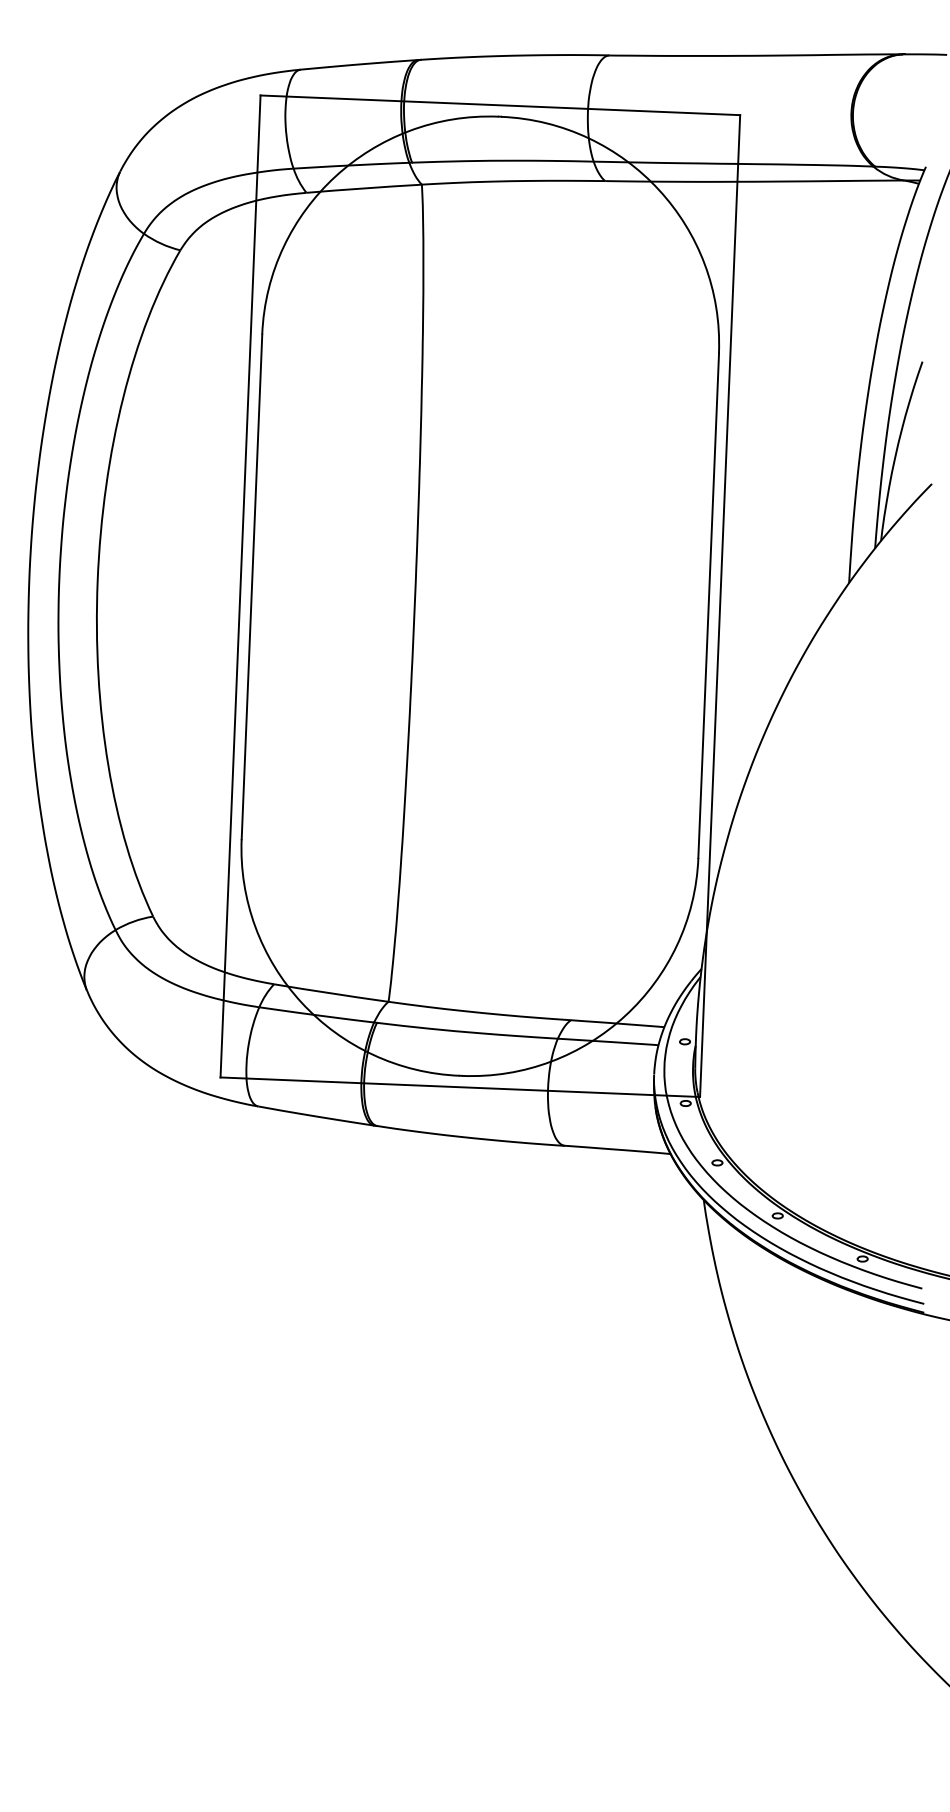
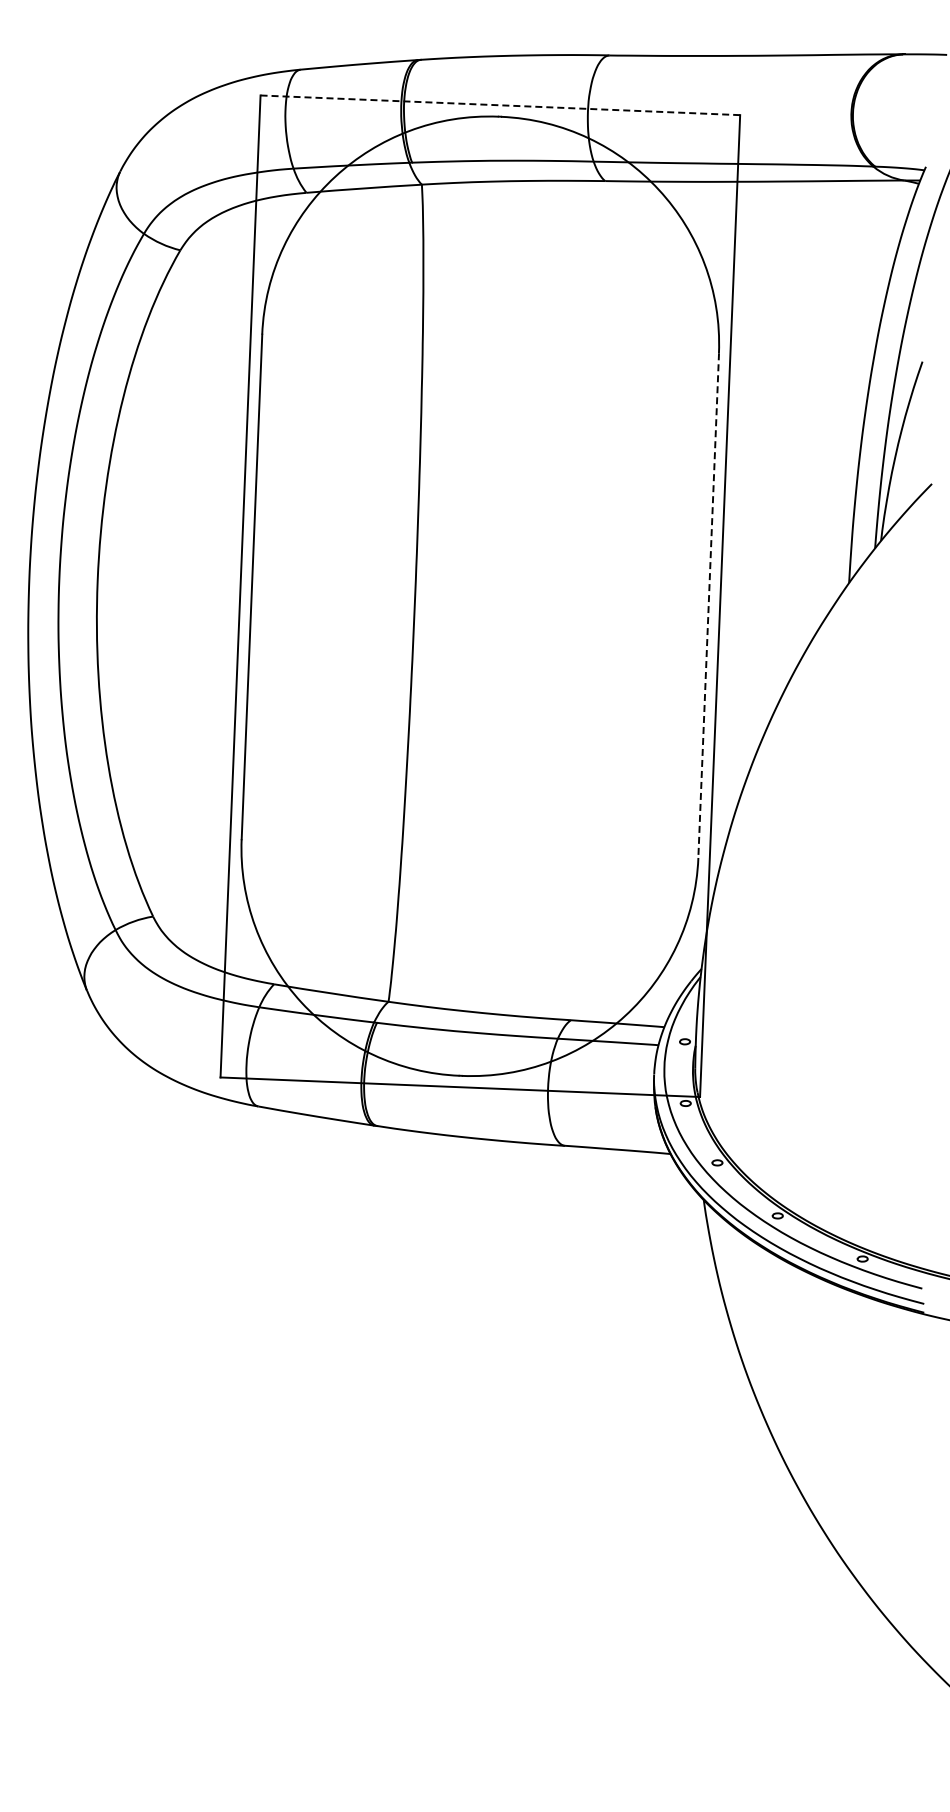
line at (500, 105): solid -> dashed
line at (708, 605): solid -> dashed
